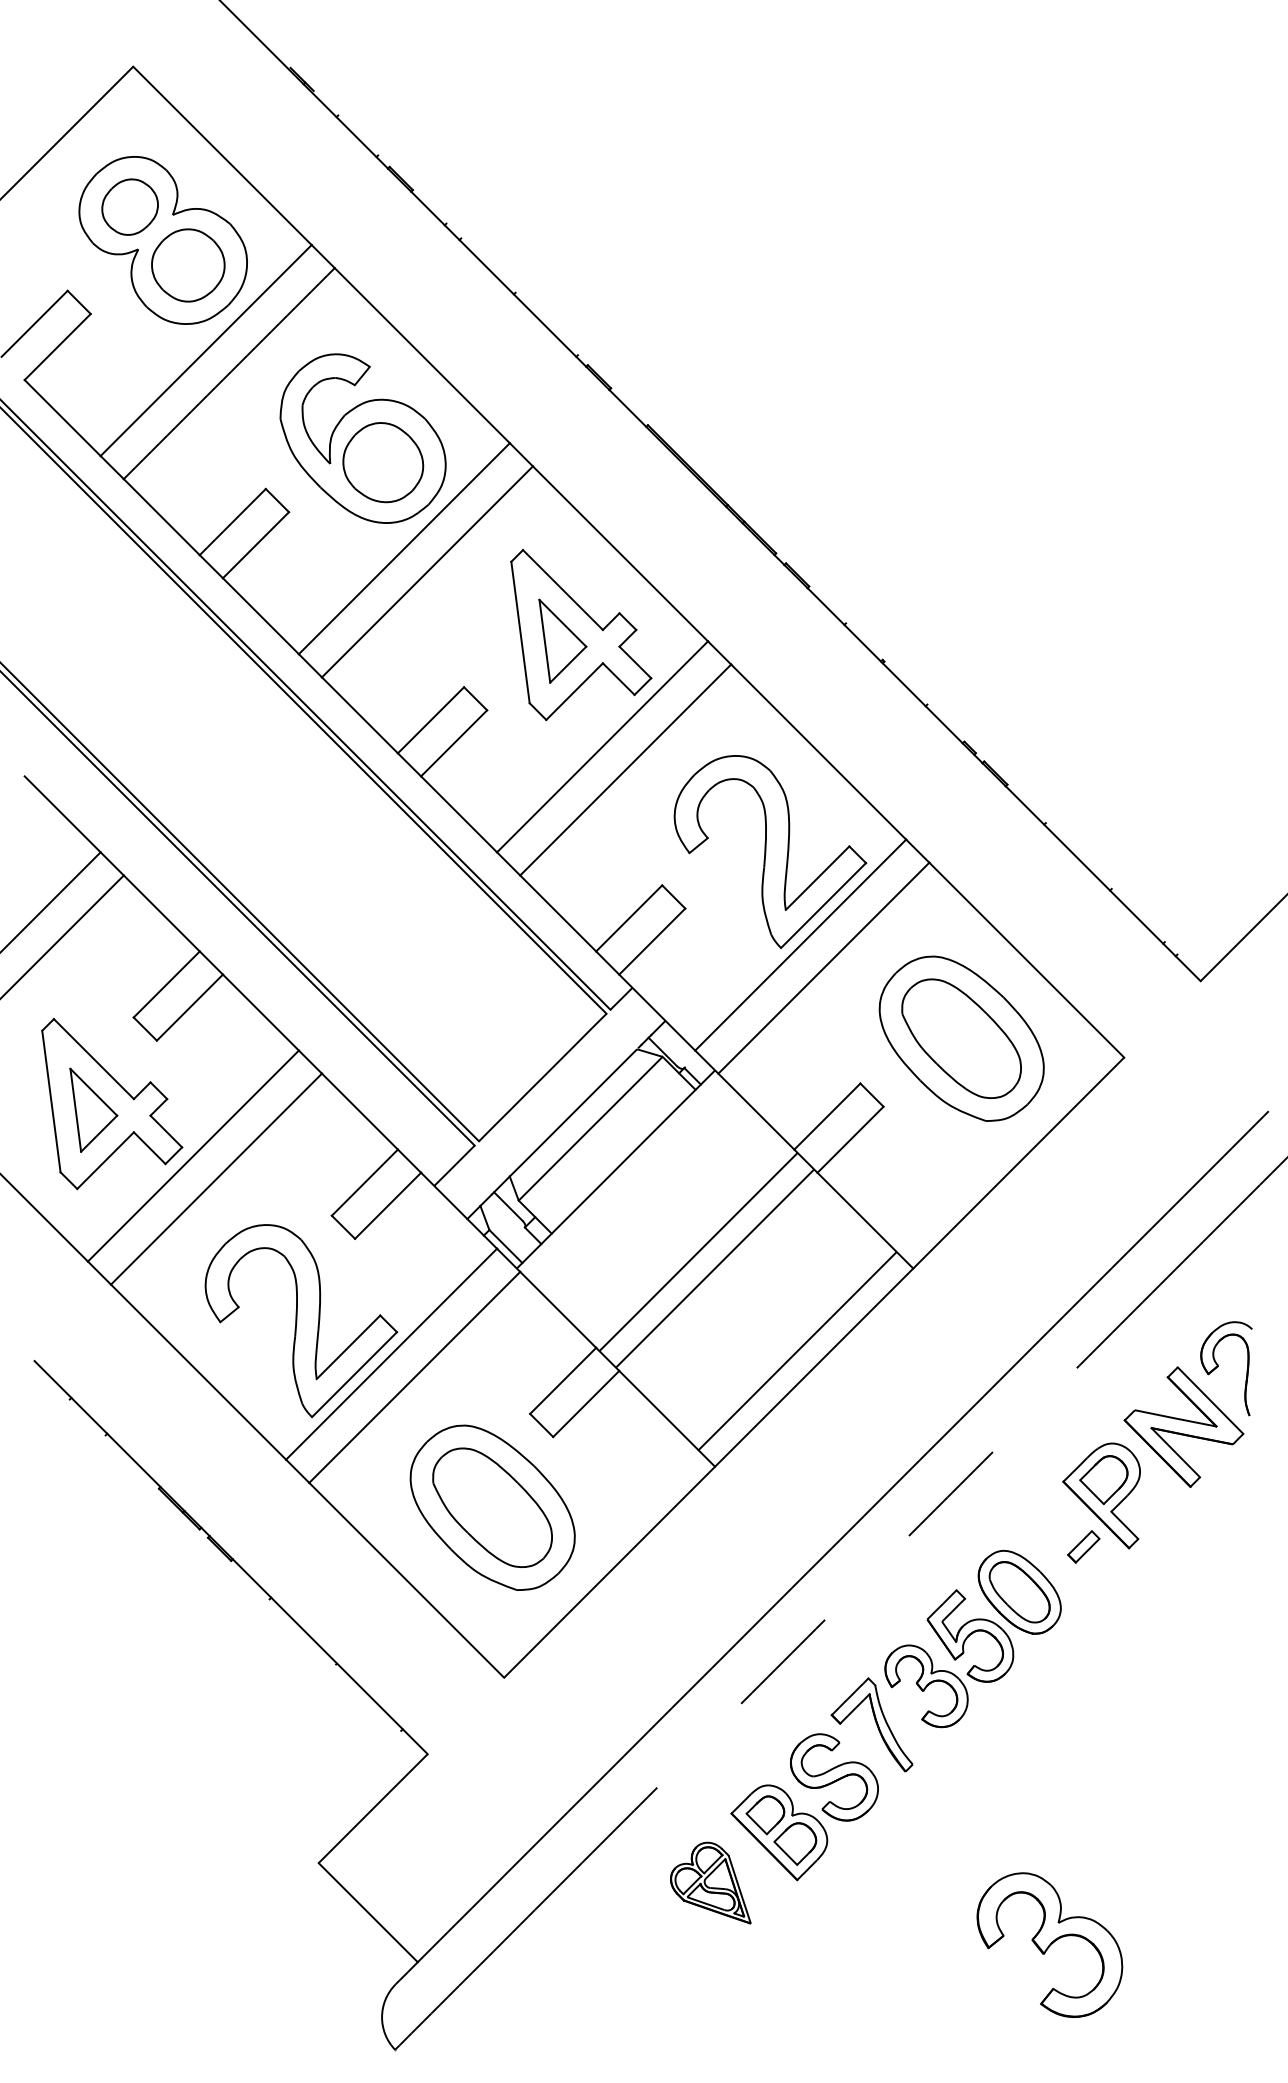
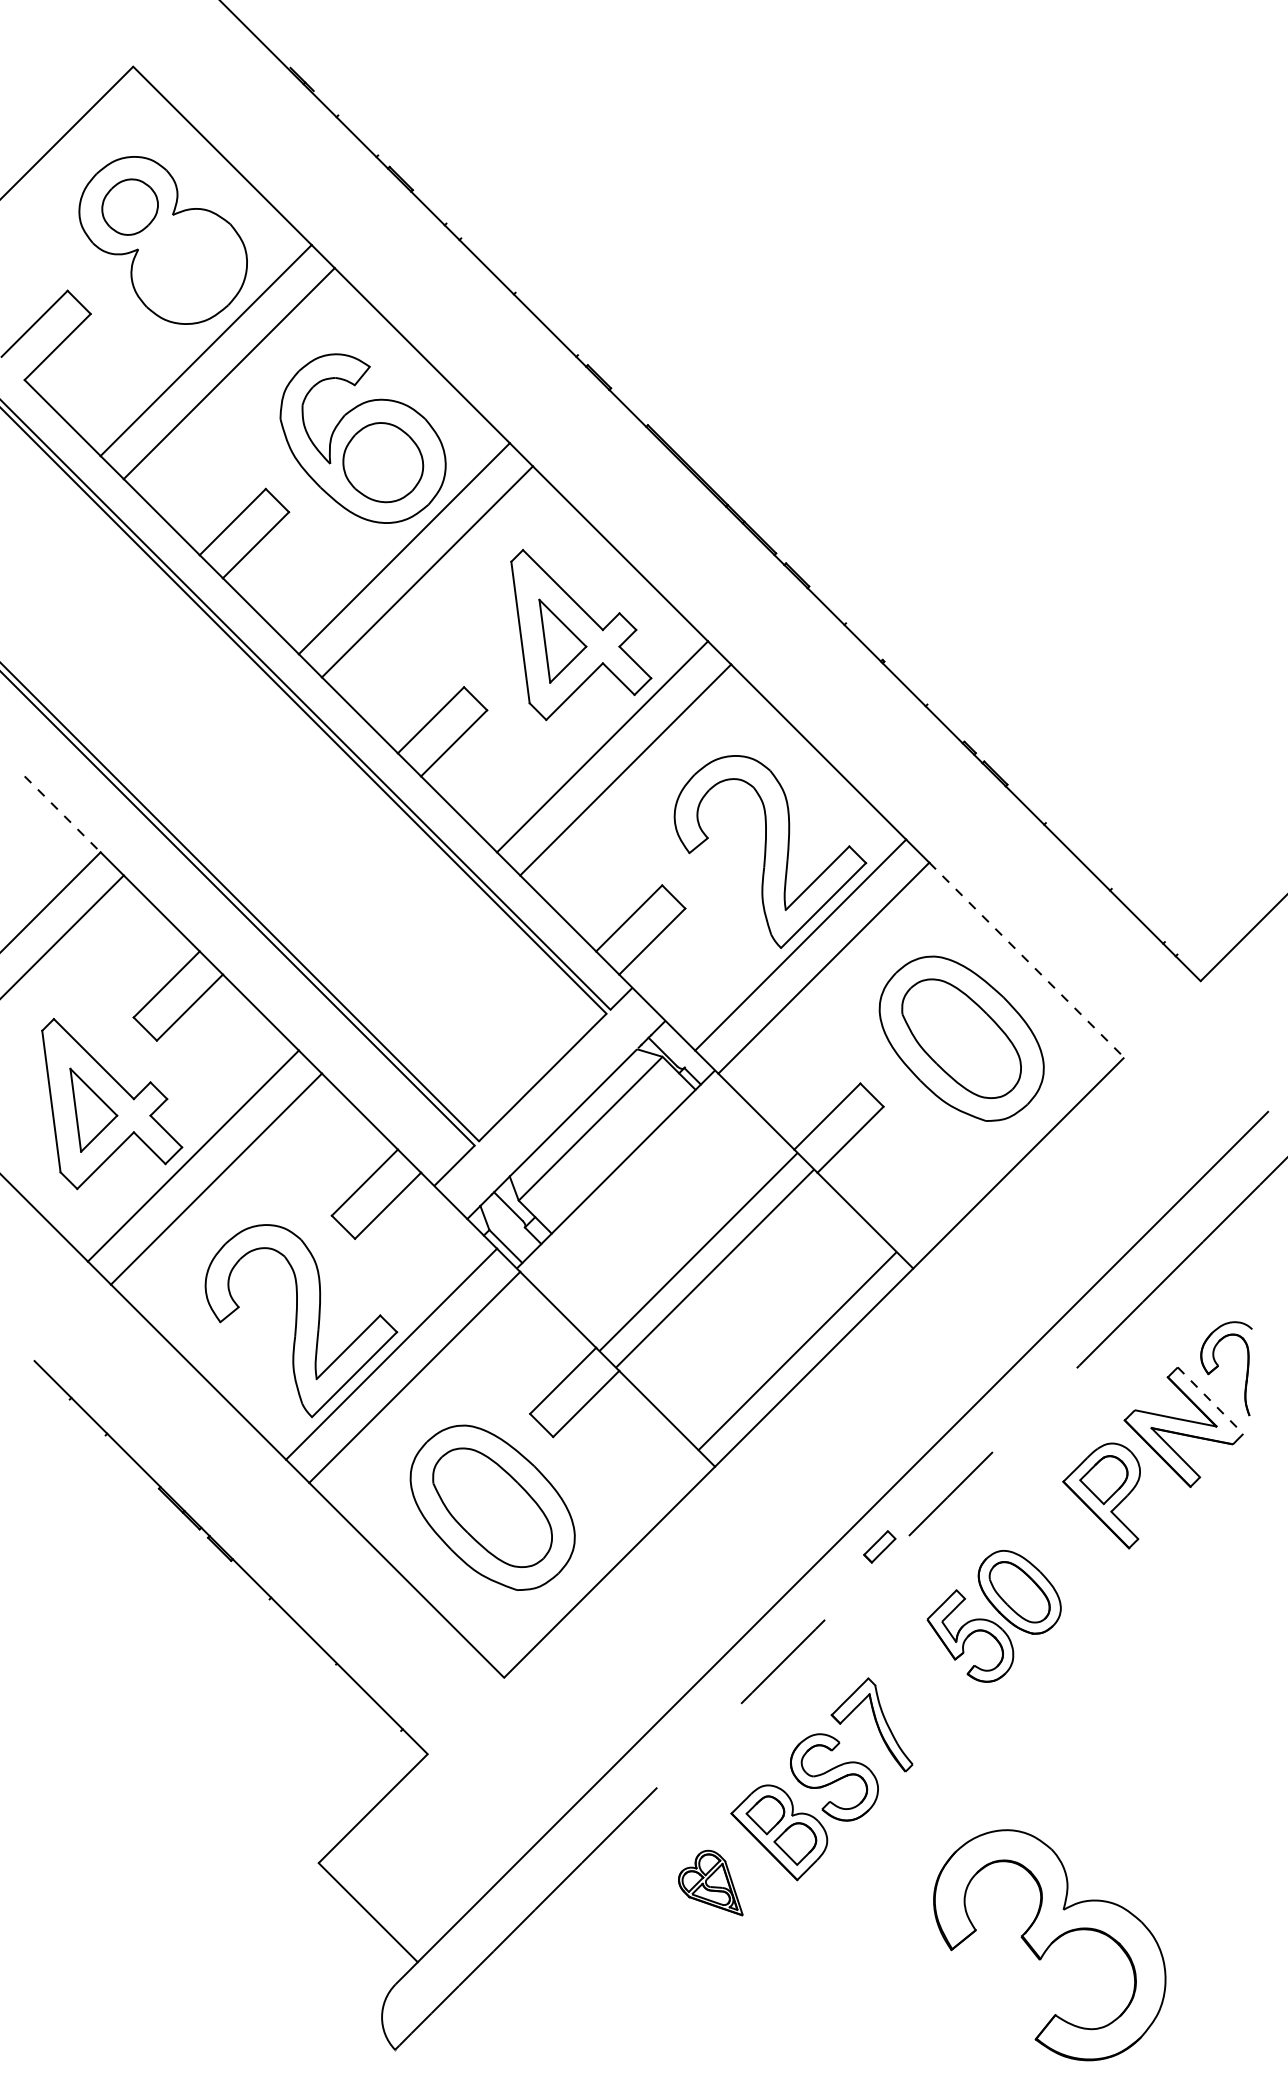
part at (188, 265): present -> none
line at (62, 814): solid -> dashed
line at (1026, 960): solid -> dashed
line at (1210, 1400): solid -> dashed
part at (1083, 1546) position: (1083, 1546) -> (879, 1546)
part at (926, 1686): present -> none
part at (710, 1882) size: 82x84 px -> 66x68 px
part at (1049, 1944) size: 148x146 px -> 234x233 px
